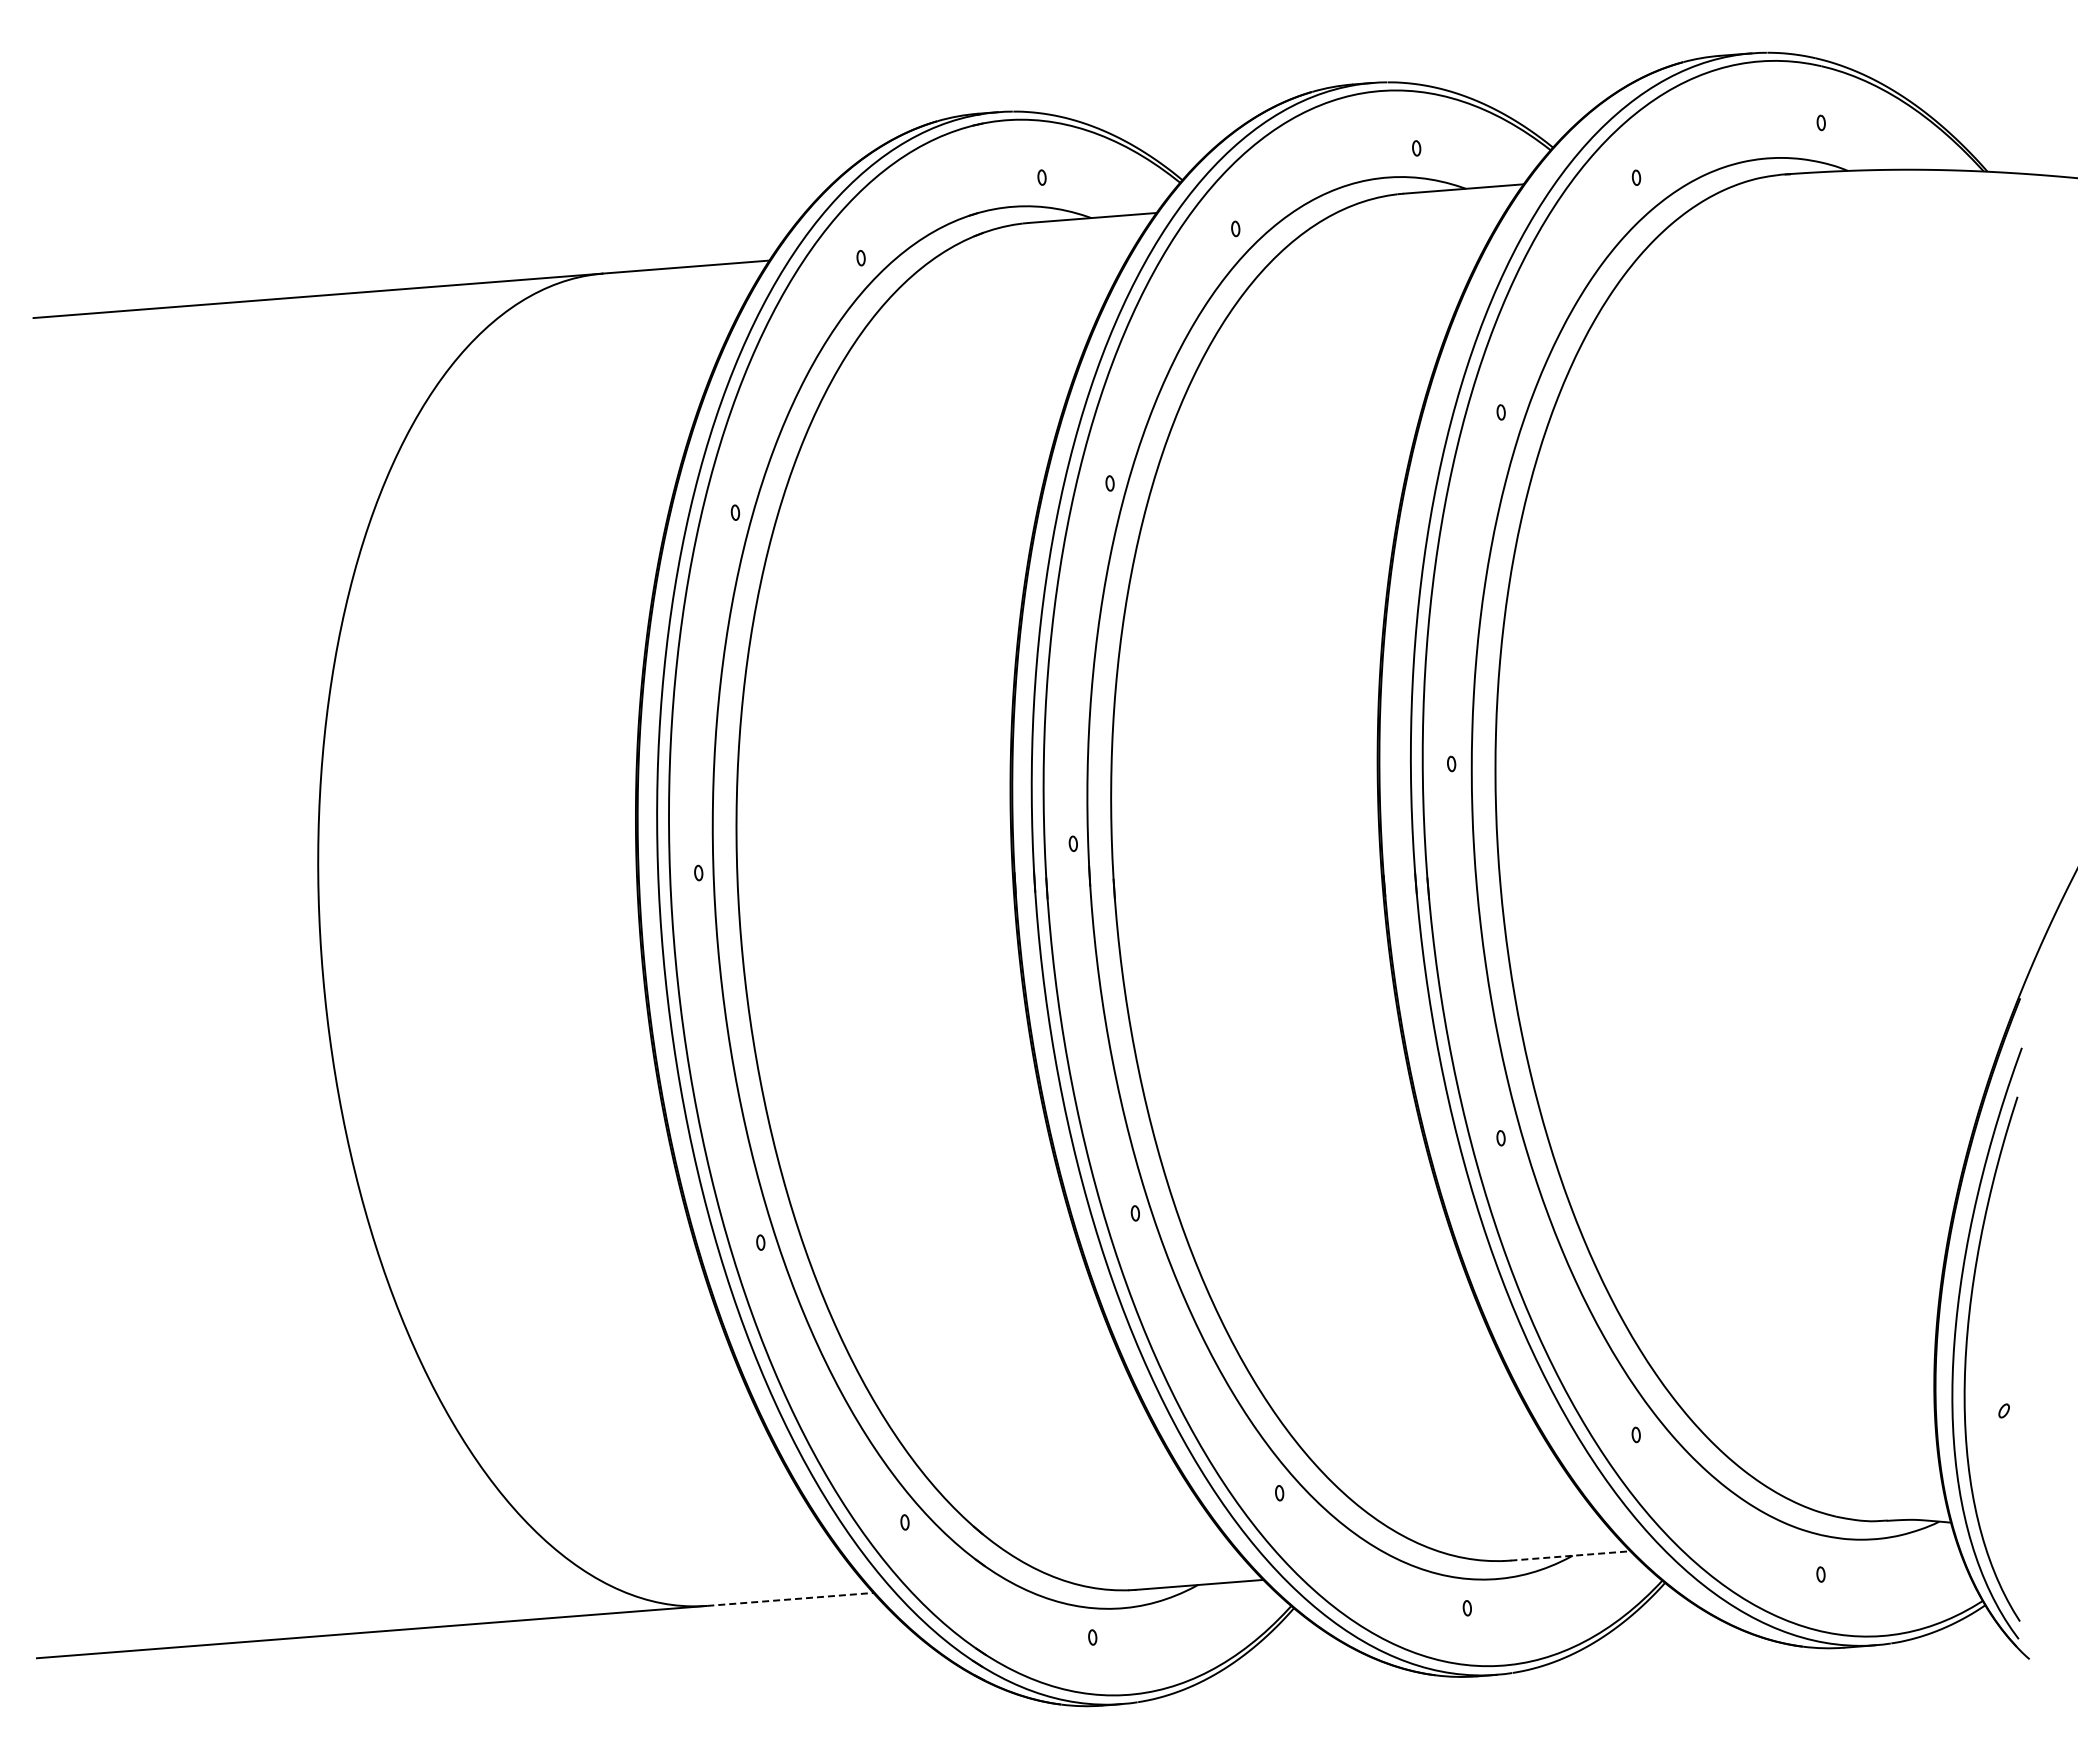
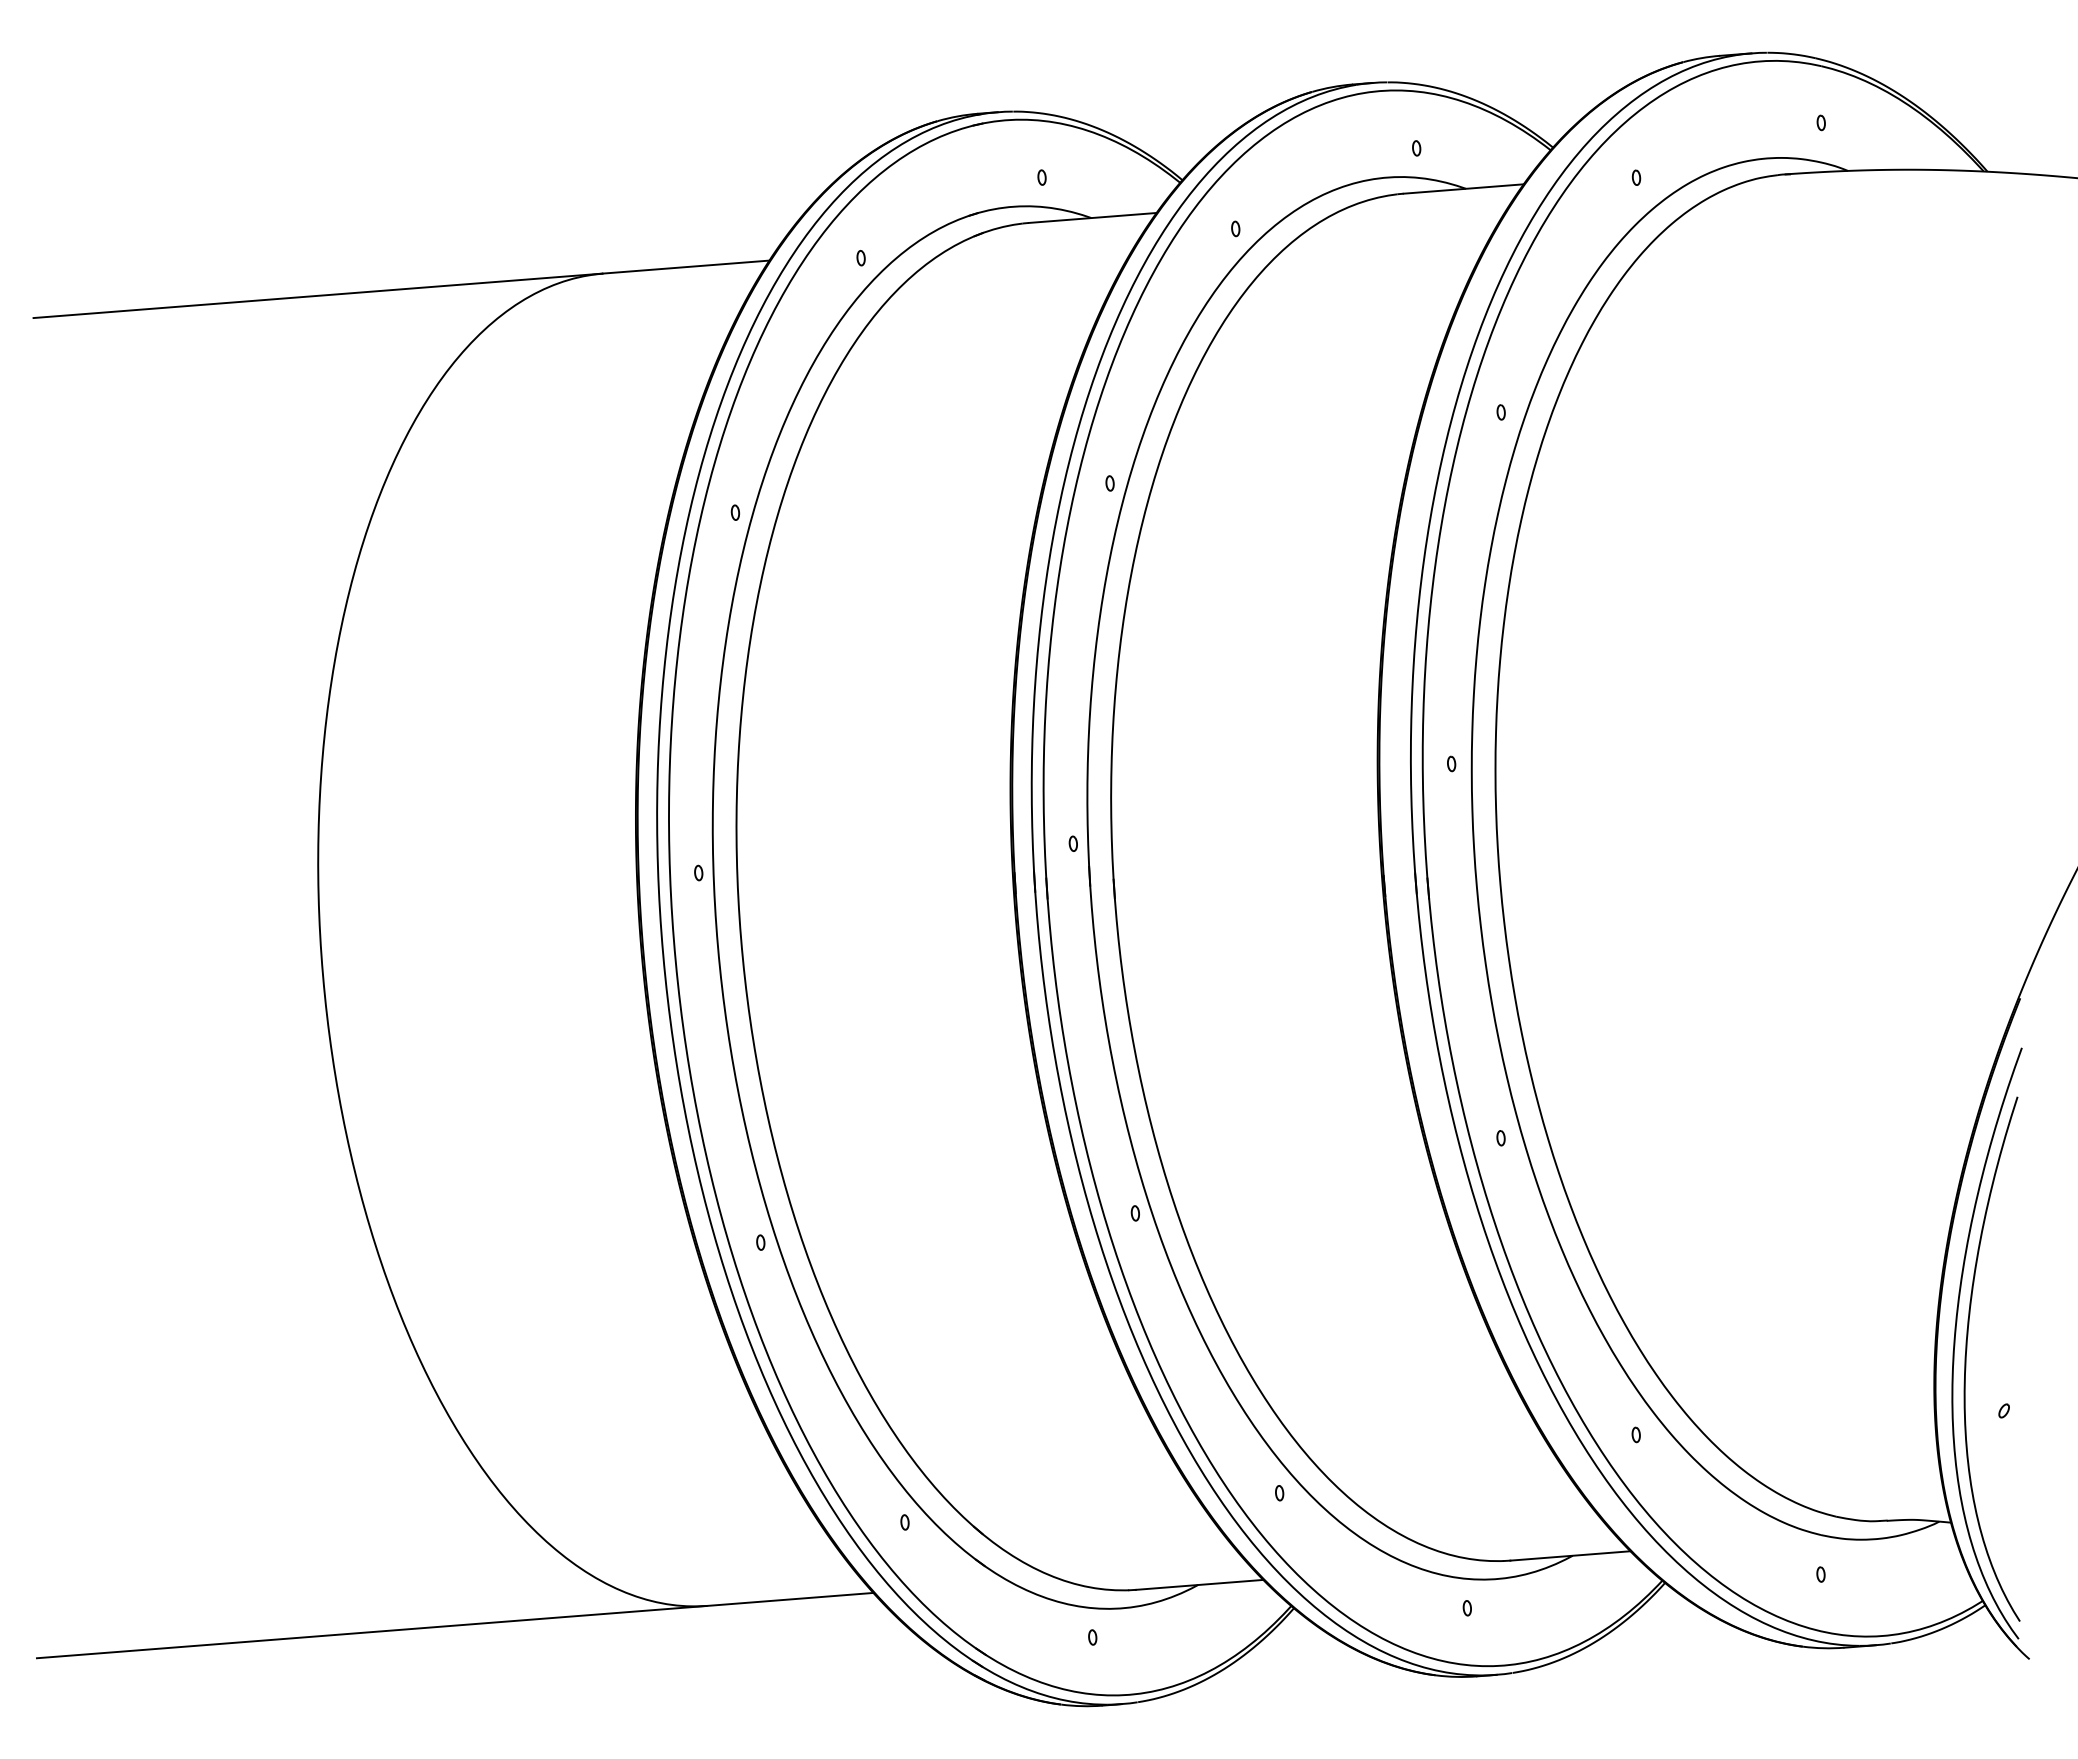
line at (1570, 1555): dashed -> solid
line at (790, 1599): dashed -> solid
